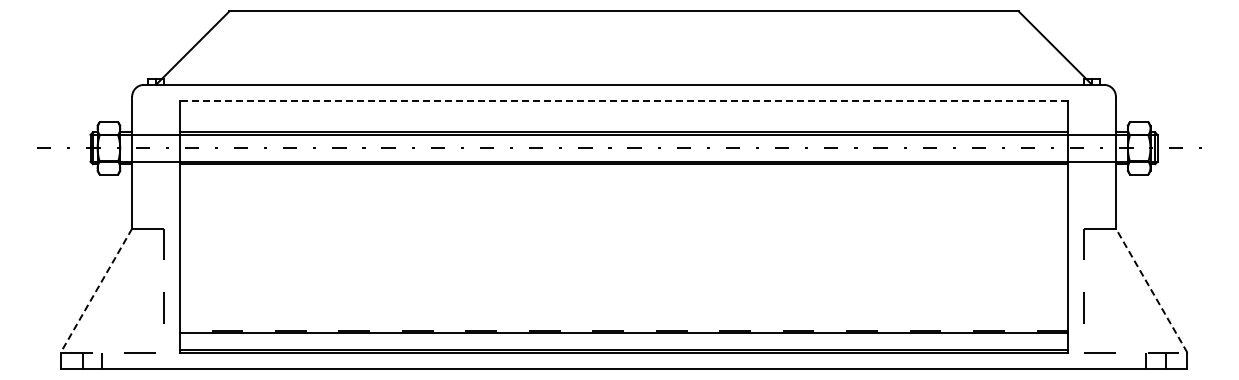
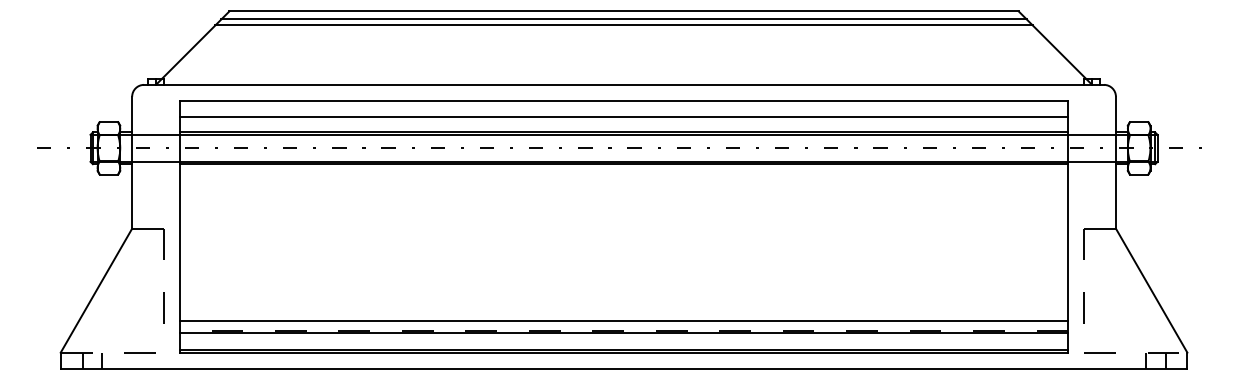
line at (623, 19): none -> present
line at (623, 25): none -> present
line at (623, 100): dashed -> solid
line at (623, 116): none -> present
line at (96, 290): dashed -> solid
line at (1151, 290): dashed -> solid
line at (623, 320): none -> present
